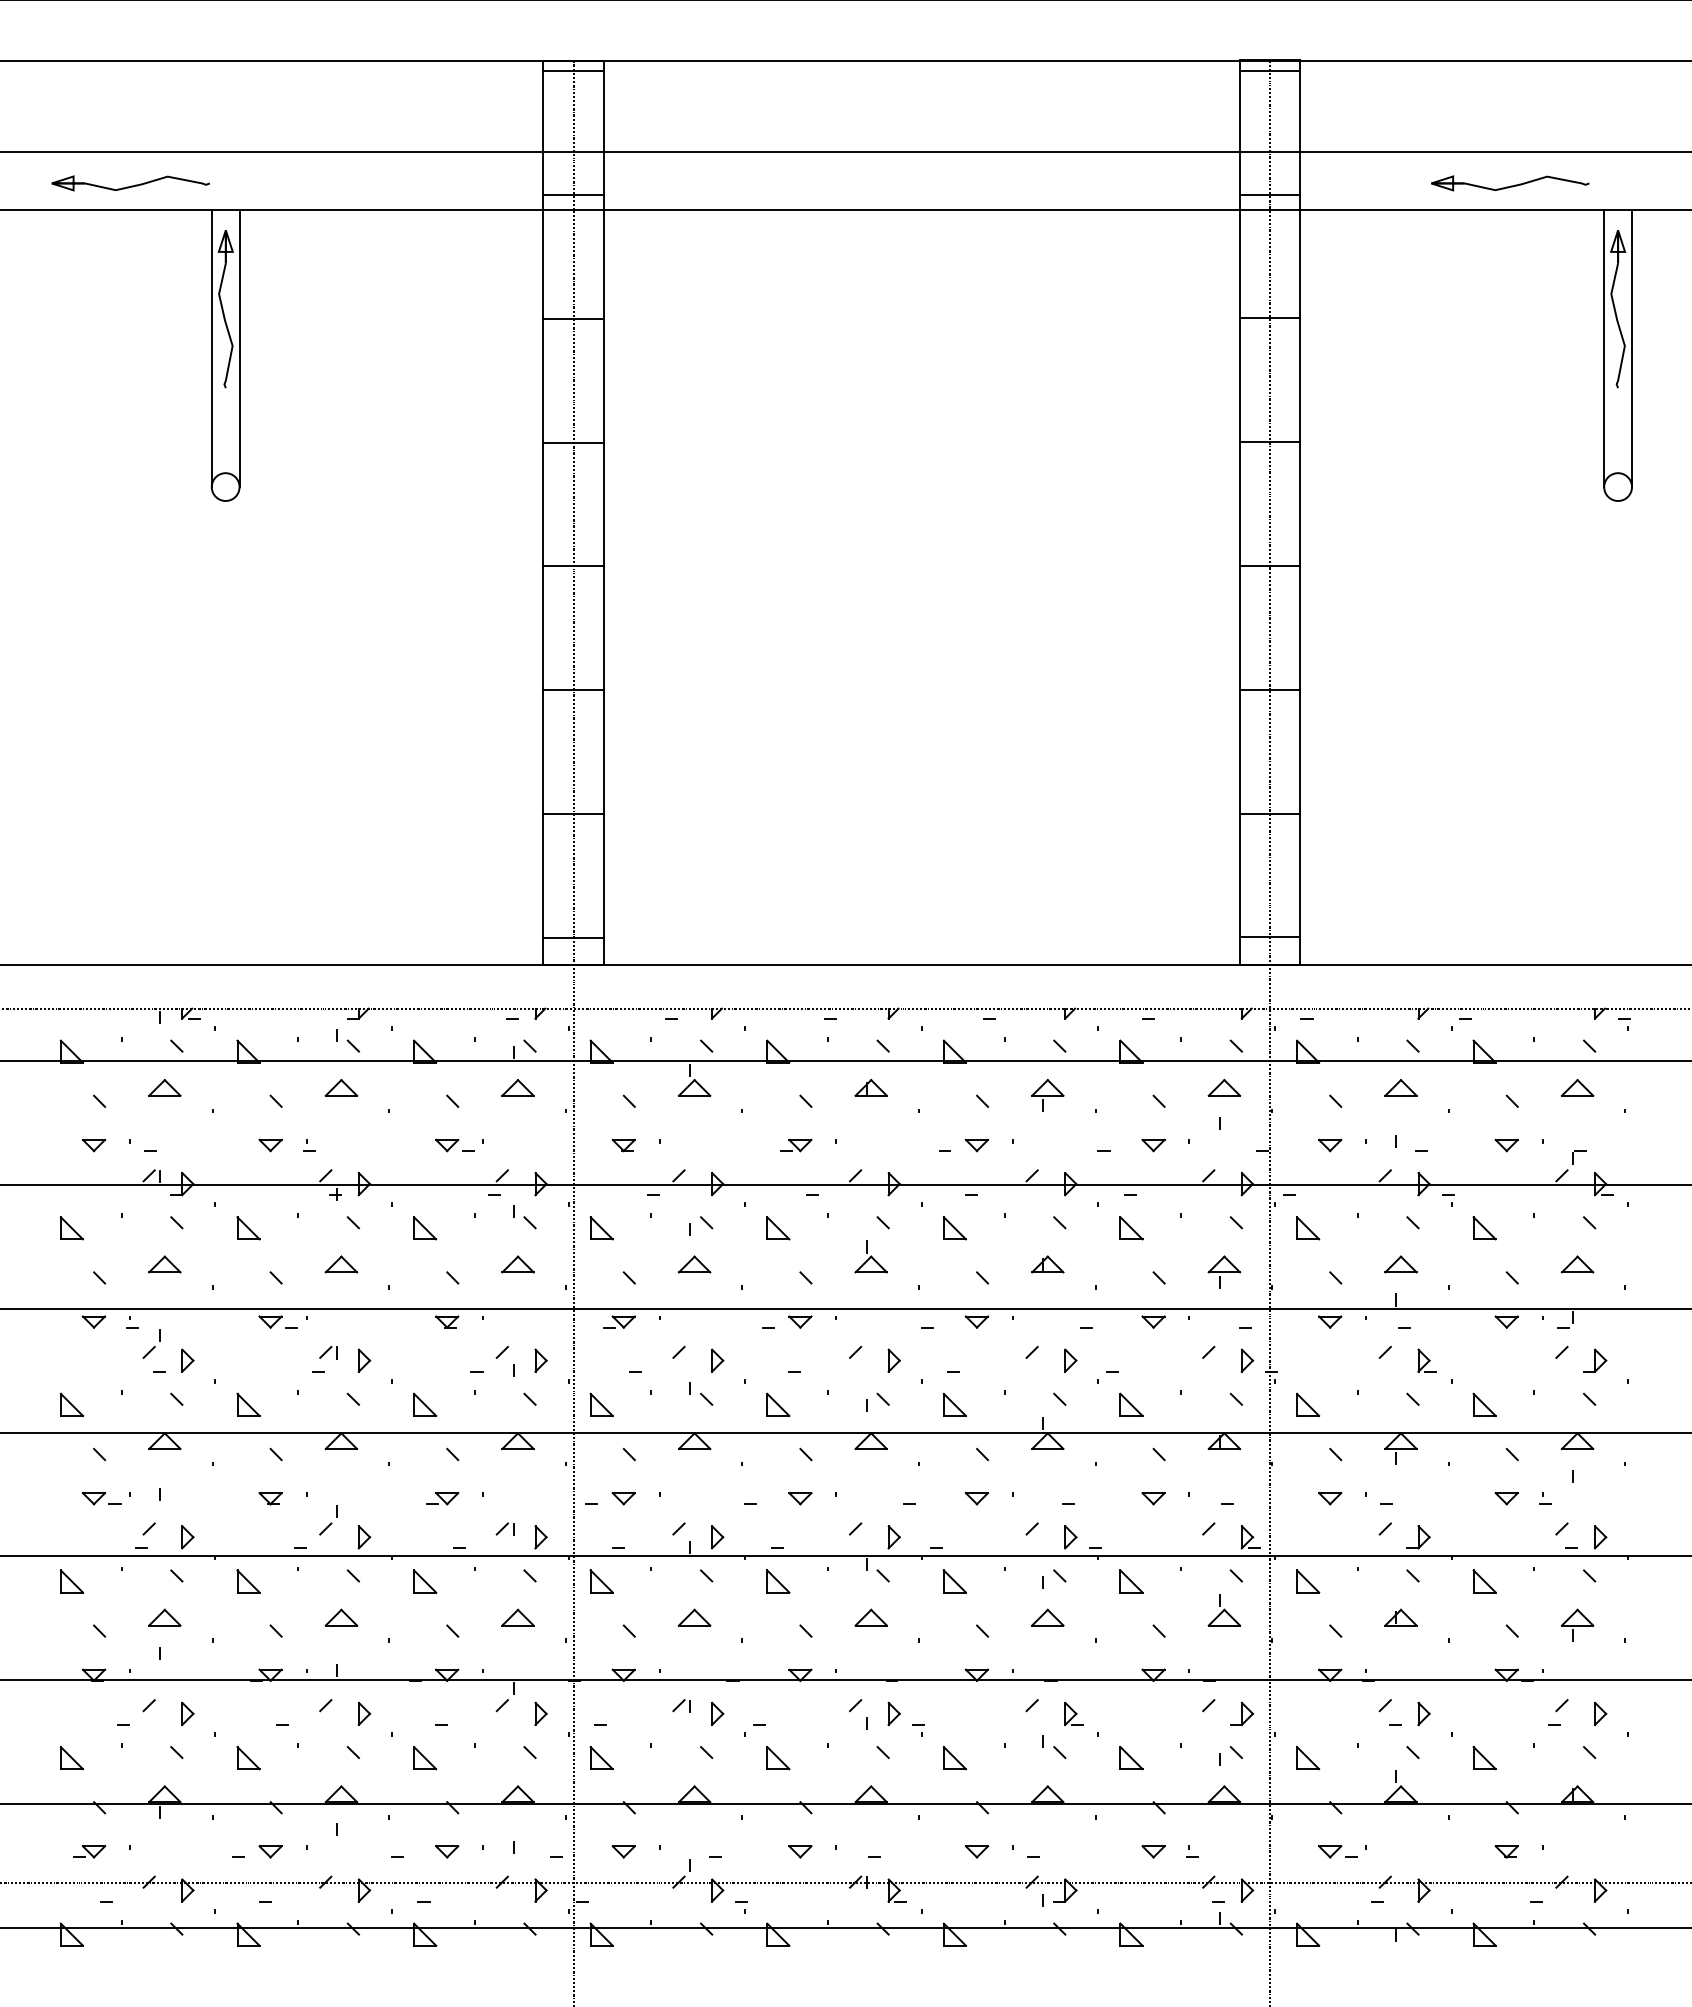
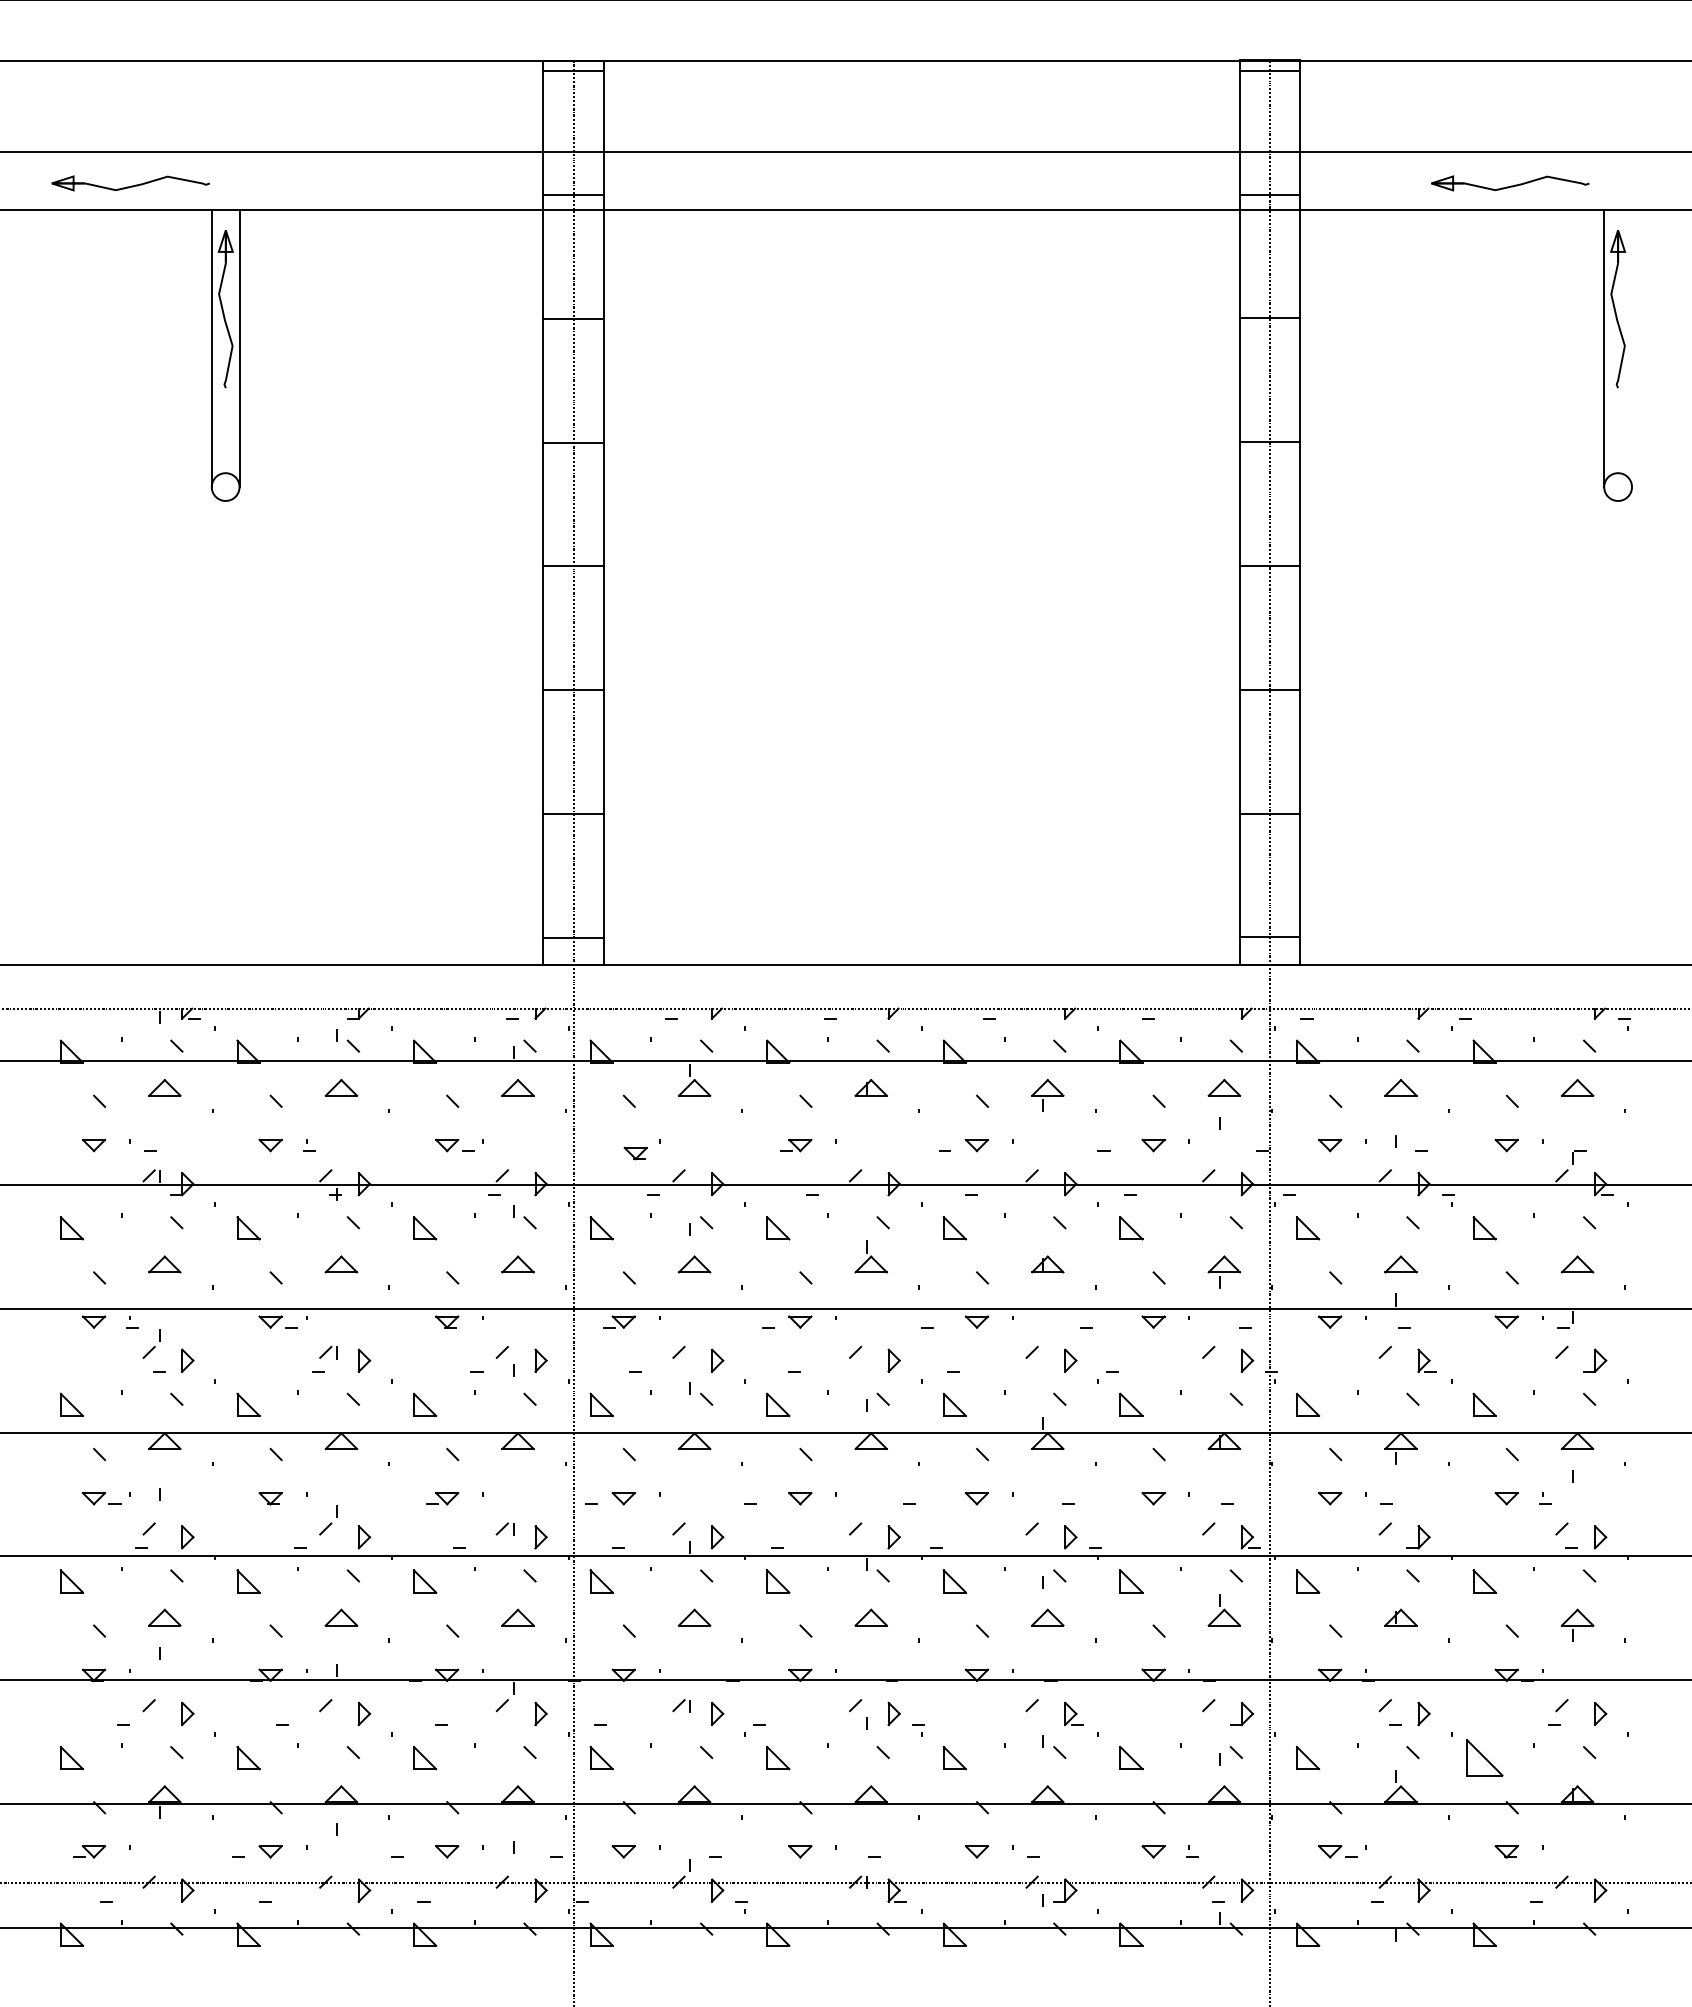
line at (1632, 348): present -> none
part at (623, 1145) position: (623, 1145) -> (635, 1153)
part at (1484, 1758) size: 25x25 px -> 38x38 px
